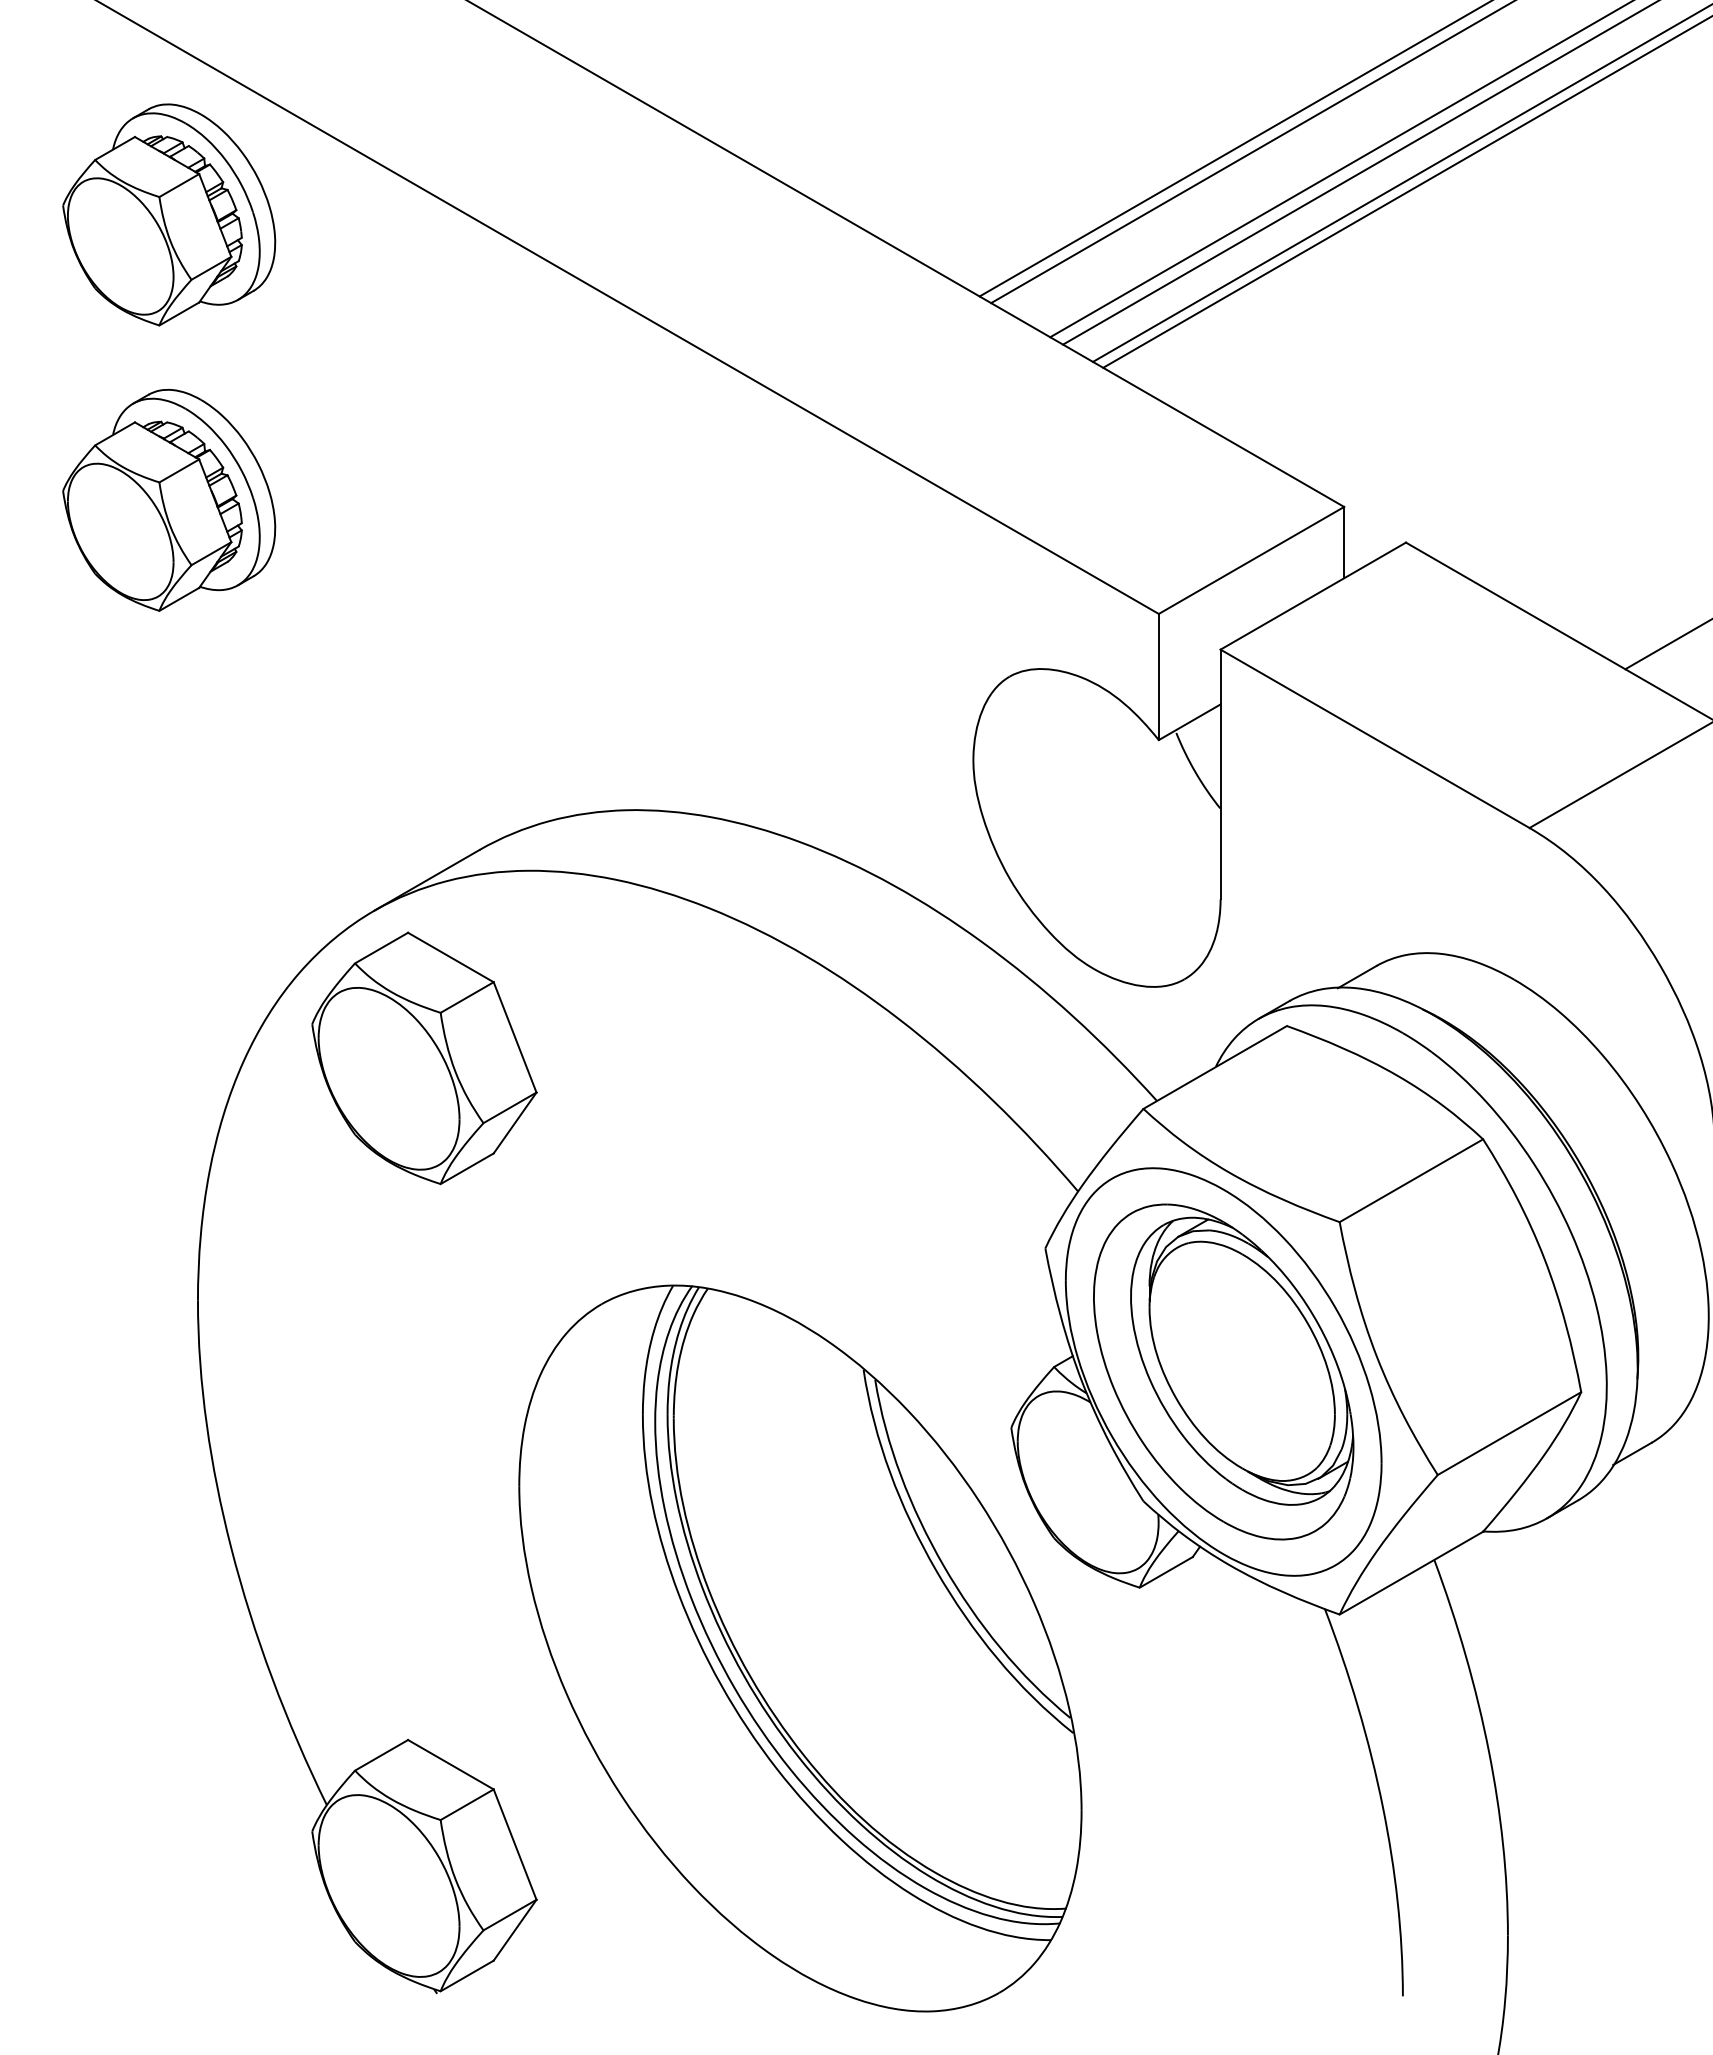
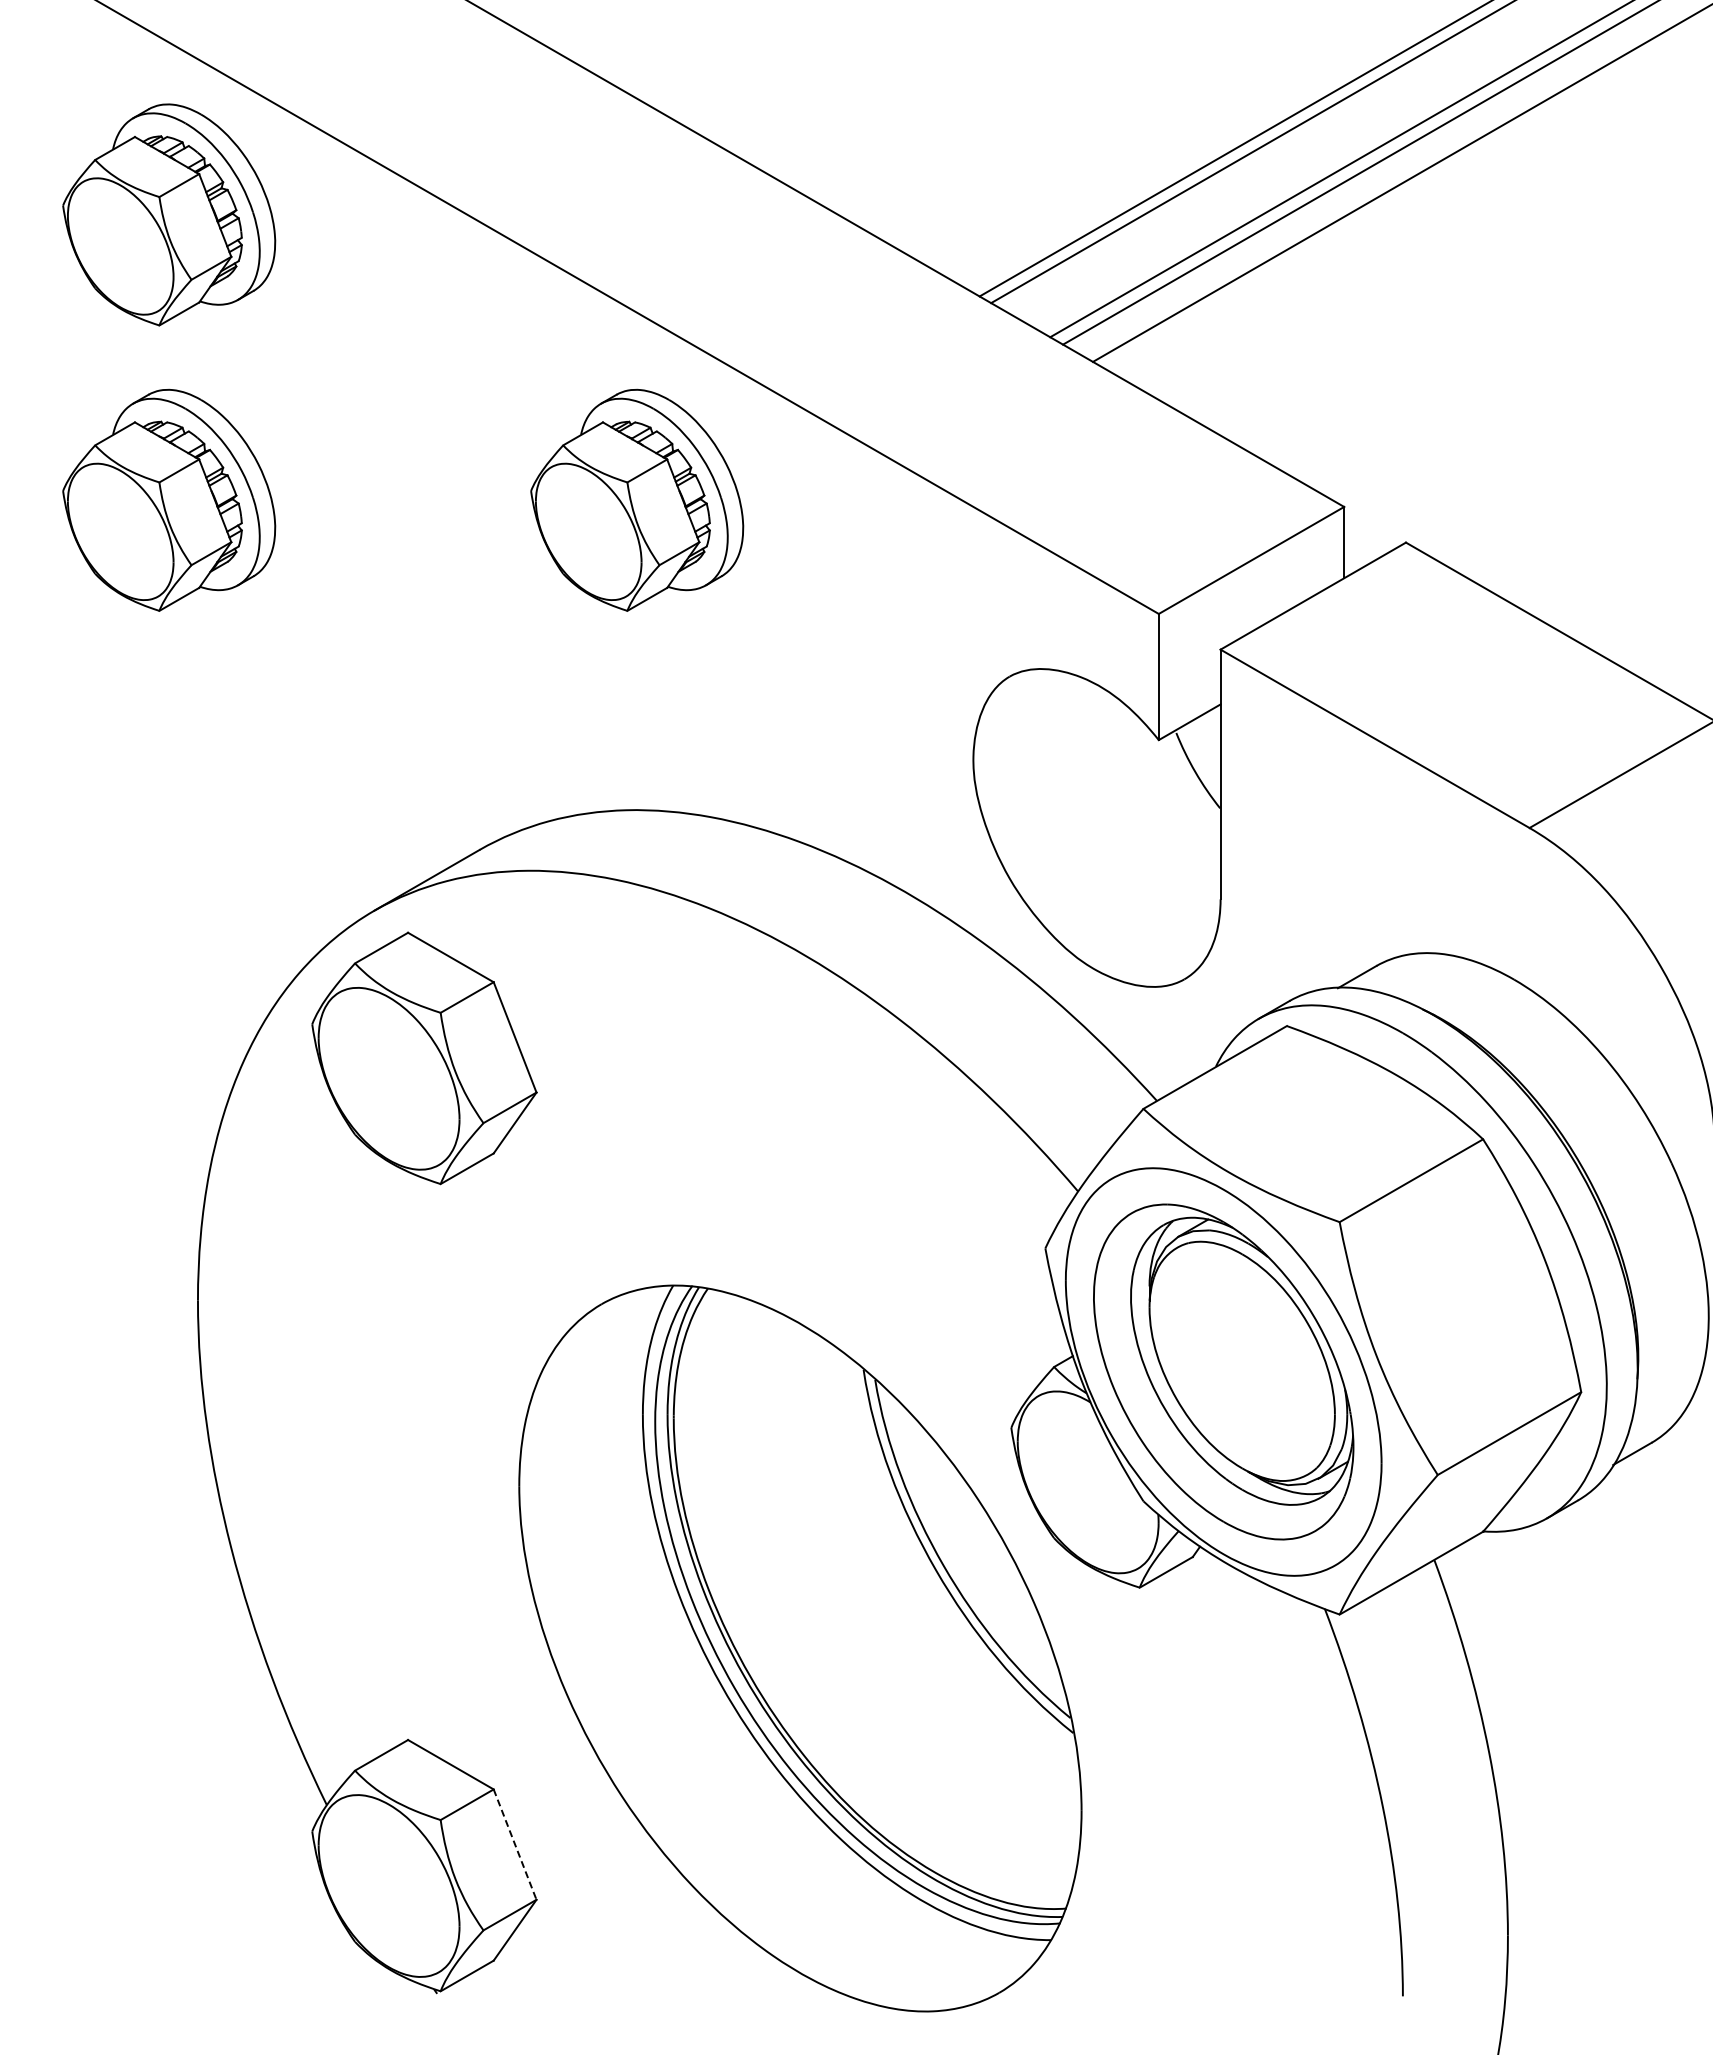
line at (1406, 192): present -> none
part at (637, 499): none -> present
line at (1667, 644): present -> none
line at (515, 1845): solid -> dashed
